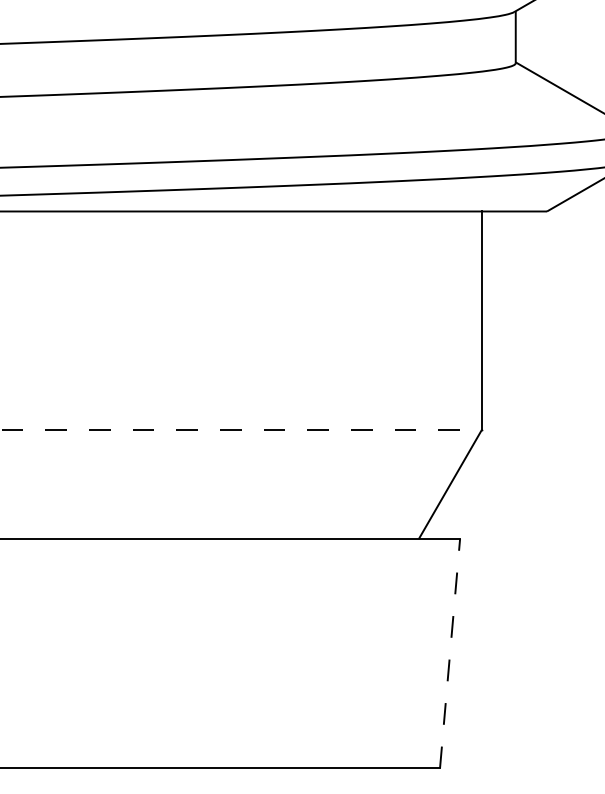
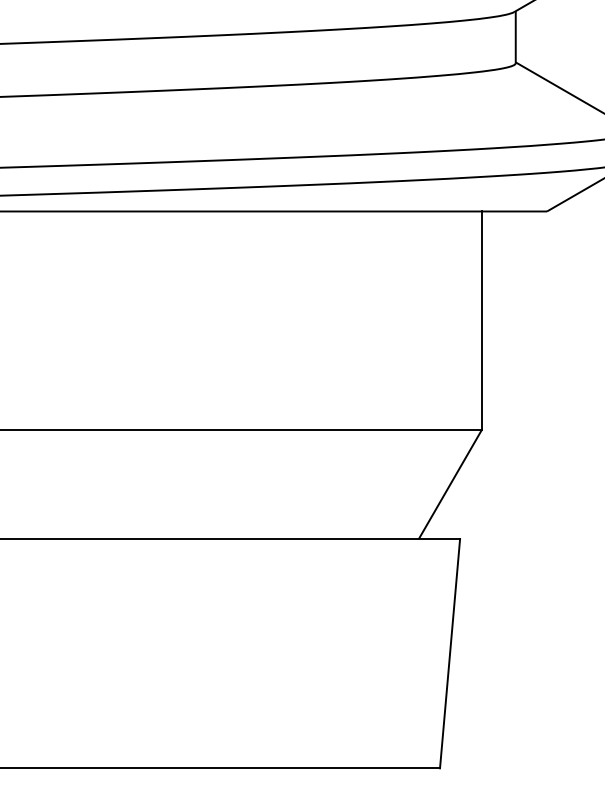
line at (240, 429): dashed -> solid
line at (450, 653): dashed -> solid
